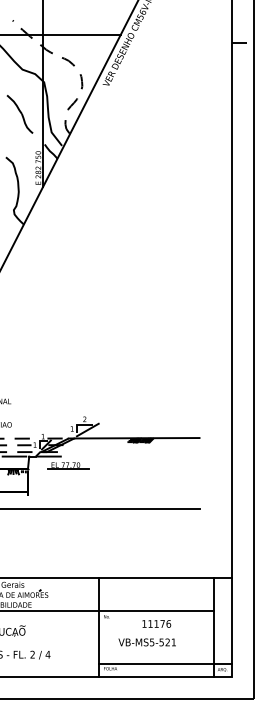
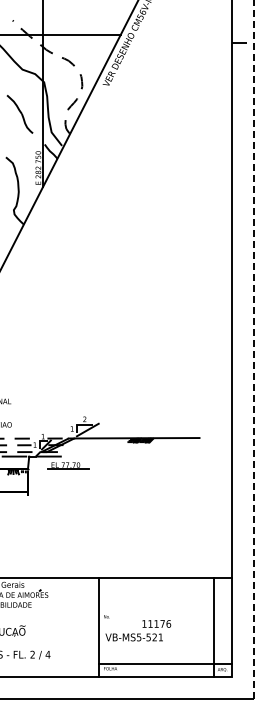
line at (253, 349): solid -> dashed
line at (101, 508): present -> none
line at (108, 610): present -> none
text at (146, 642) position: (146, 642) -> (133, 637)
